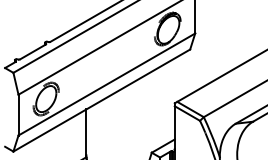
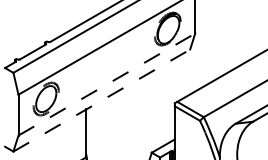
line at (107, 84): solid -> dashed
line at (102, 100): solid -> dashed
